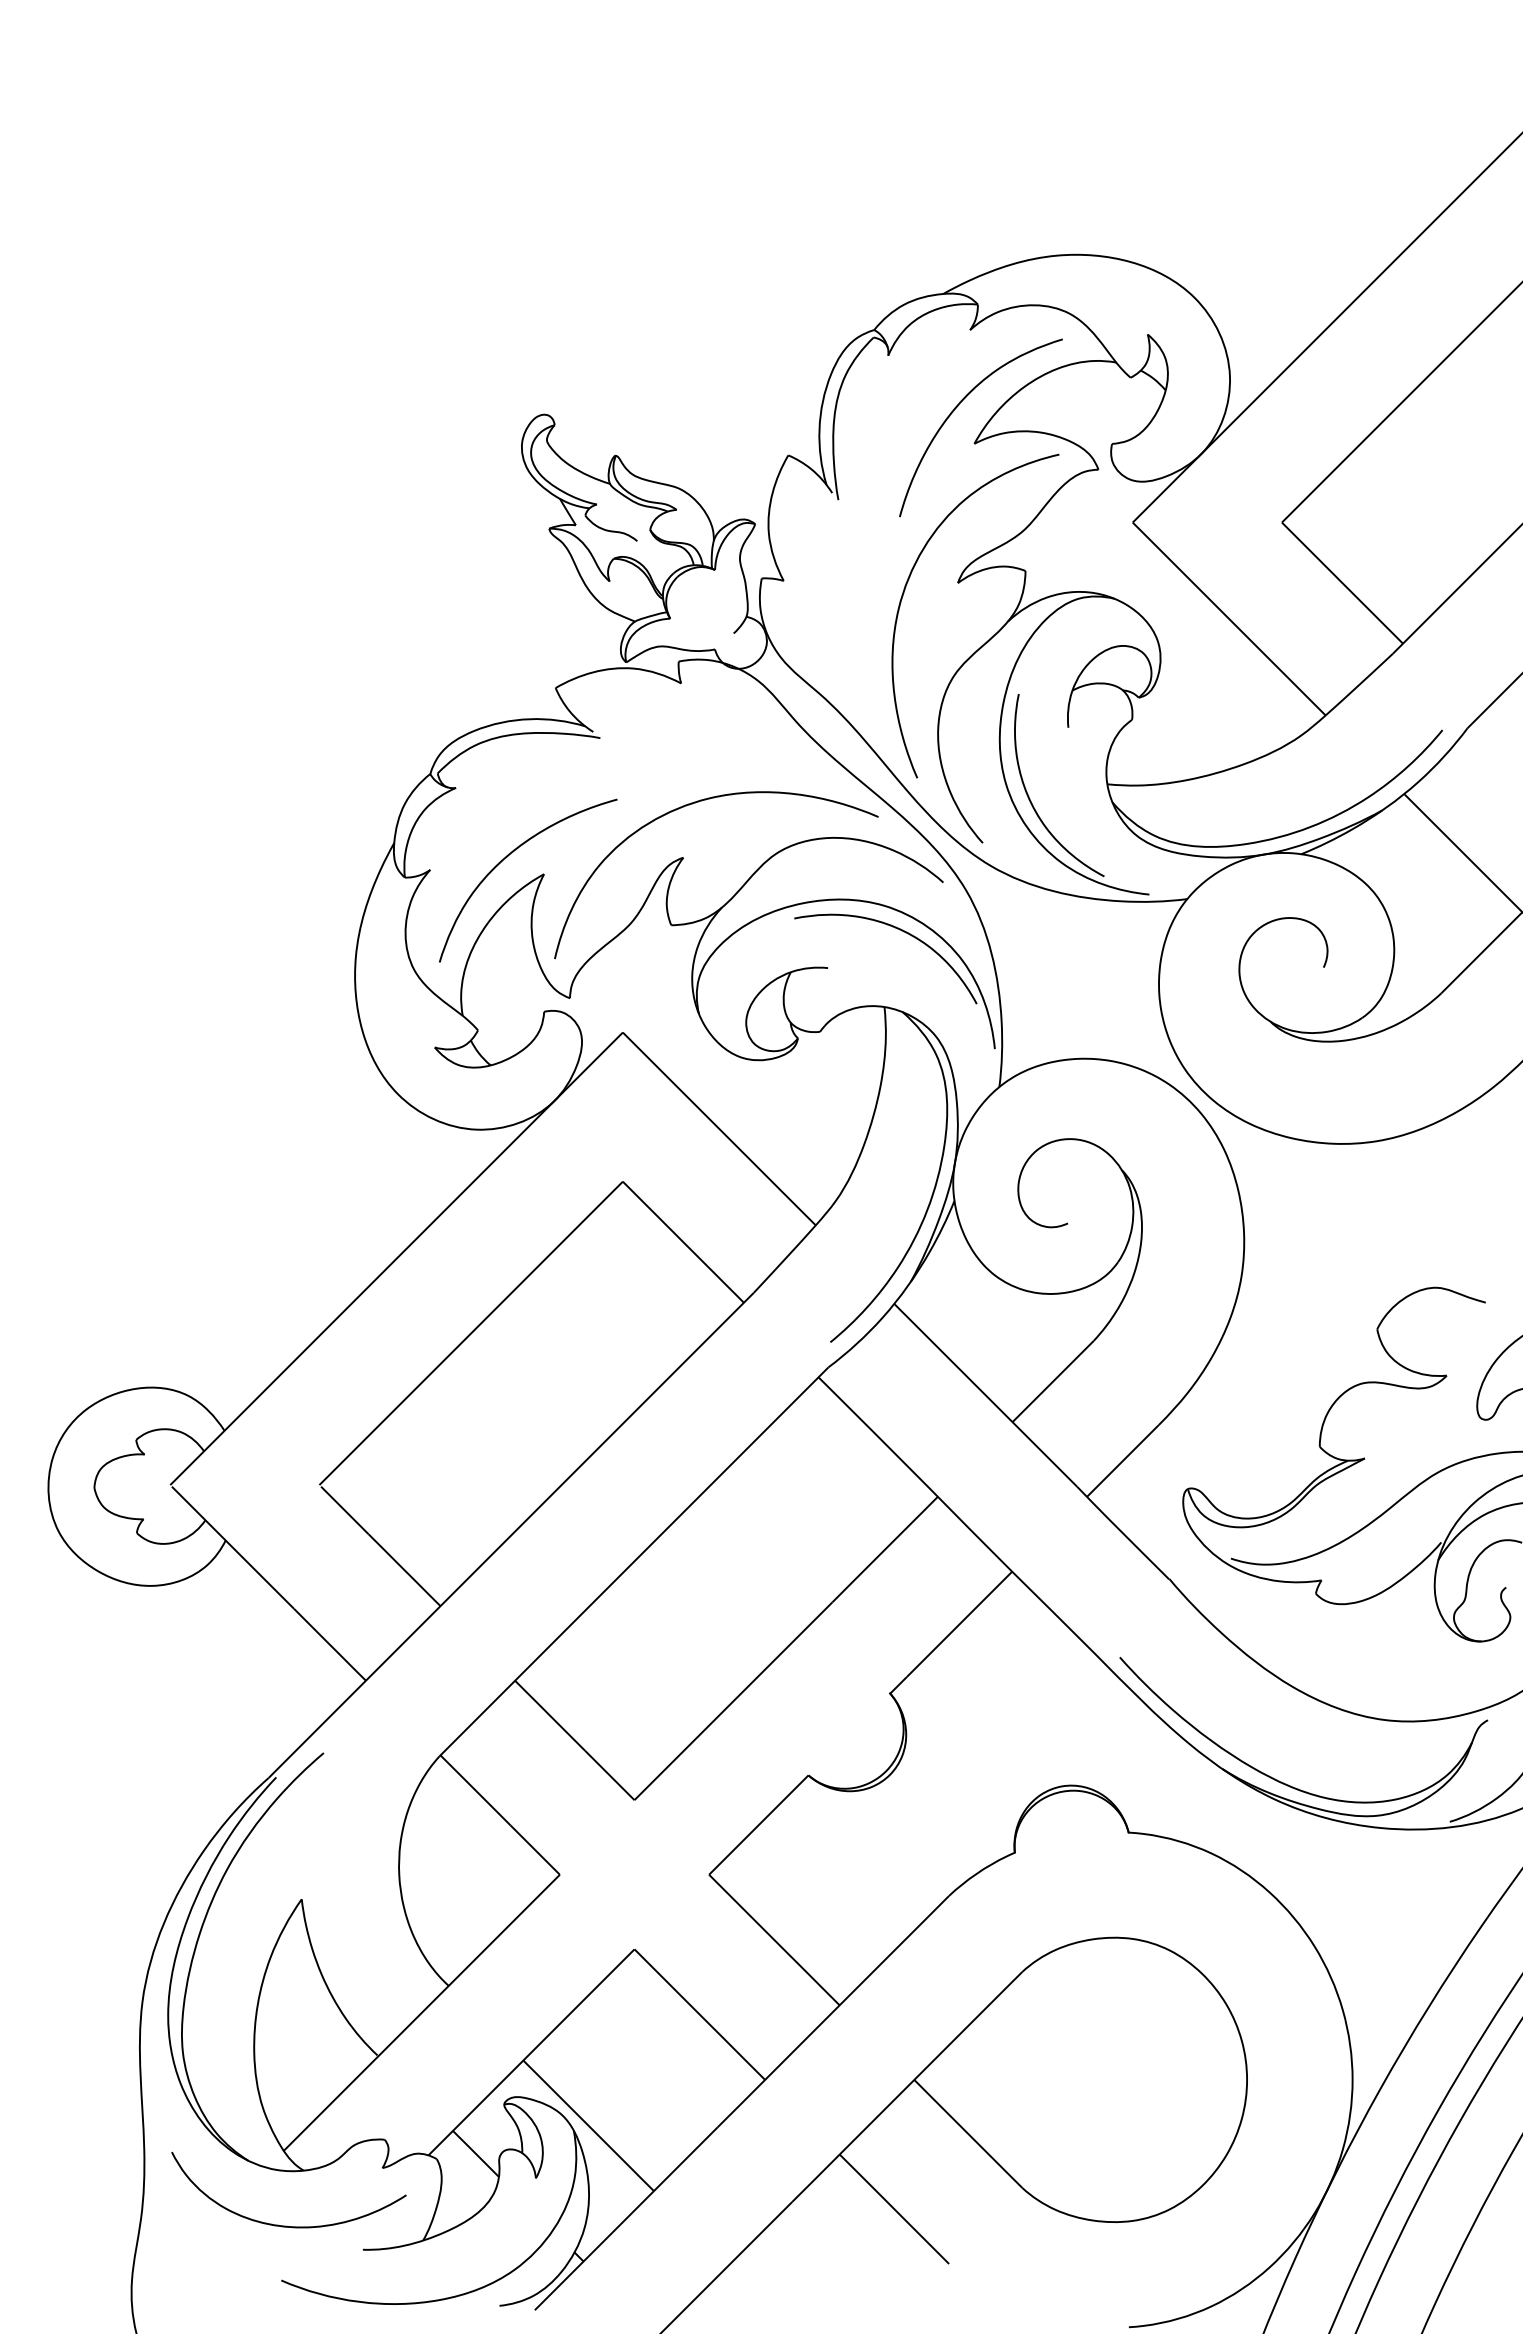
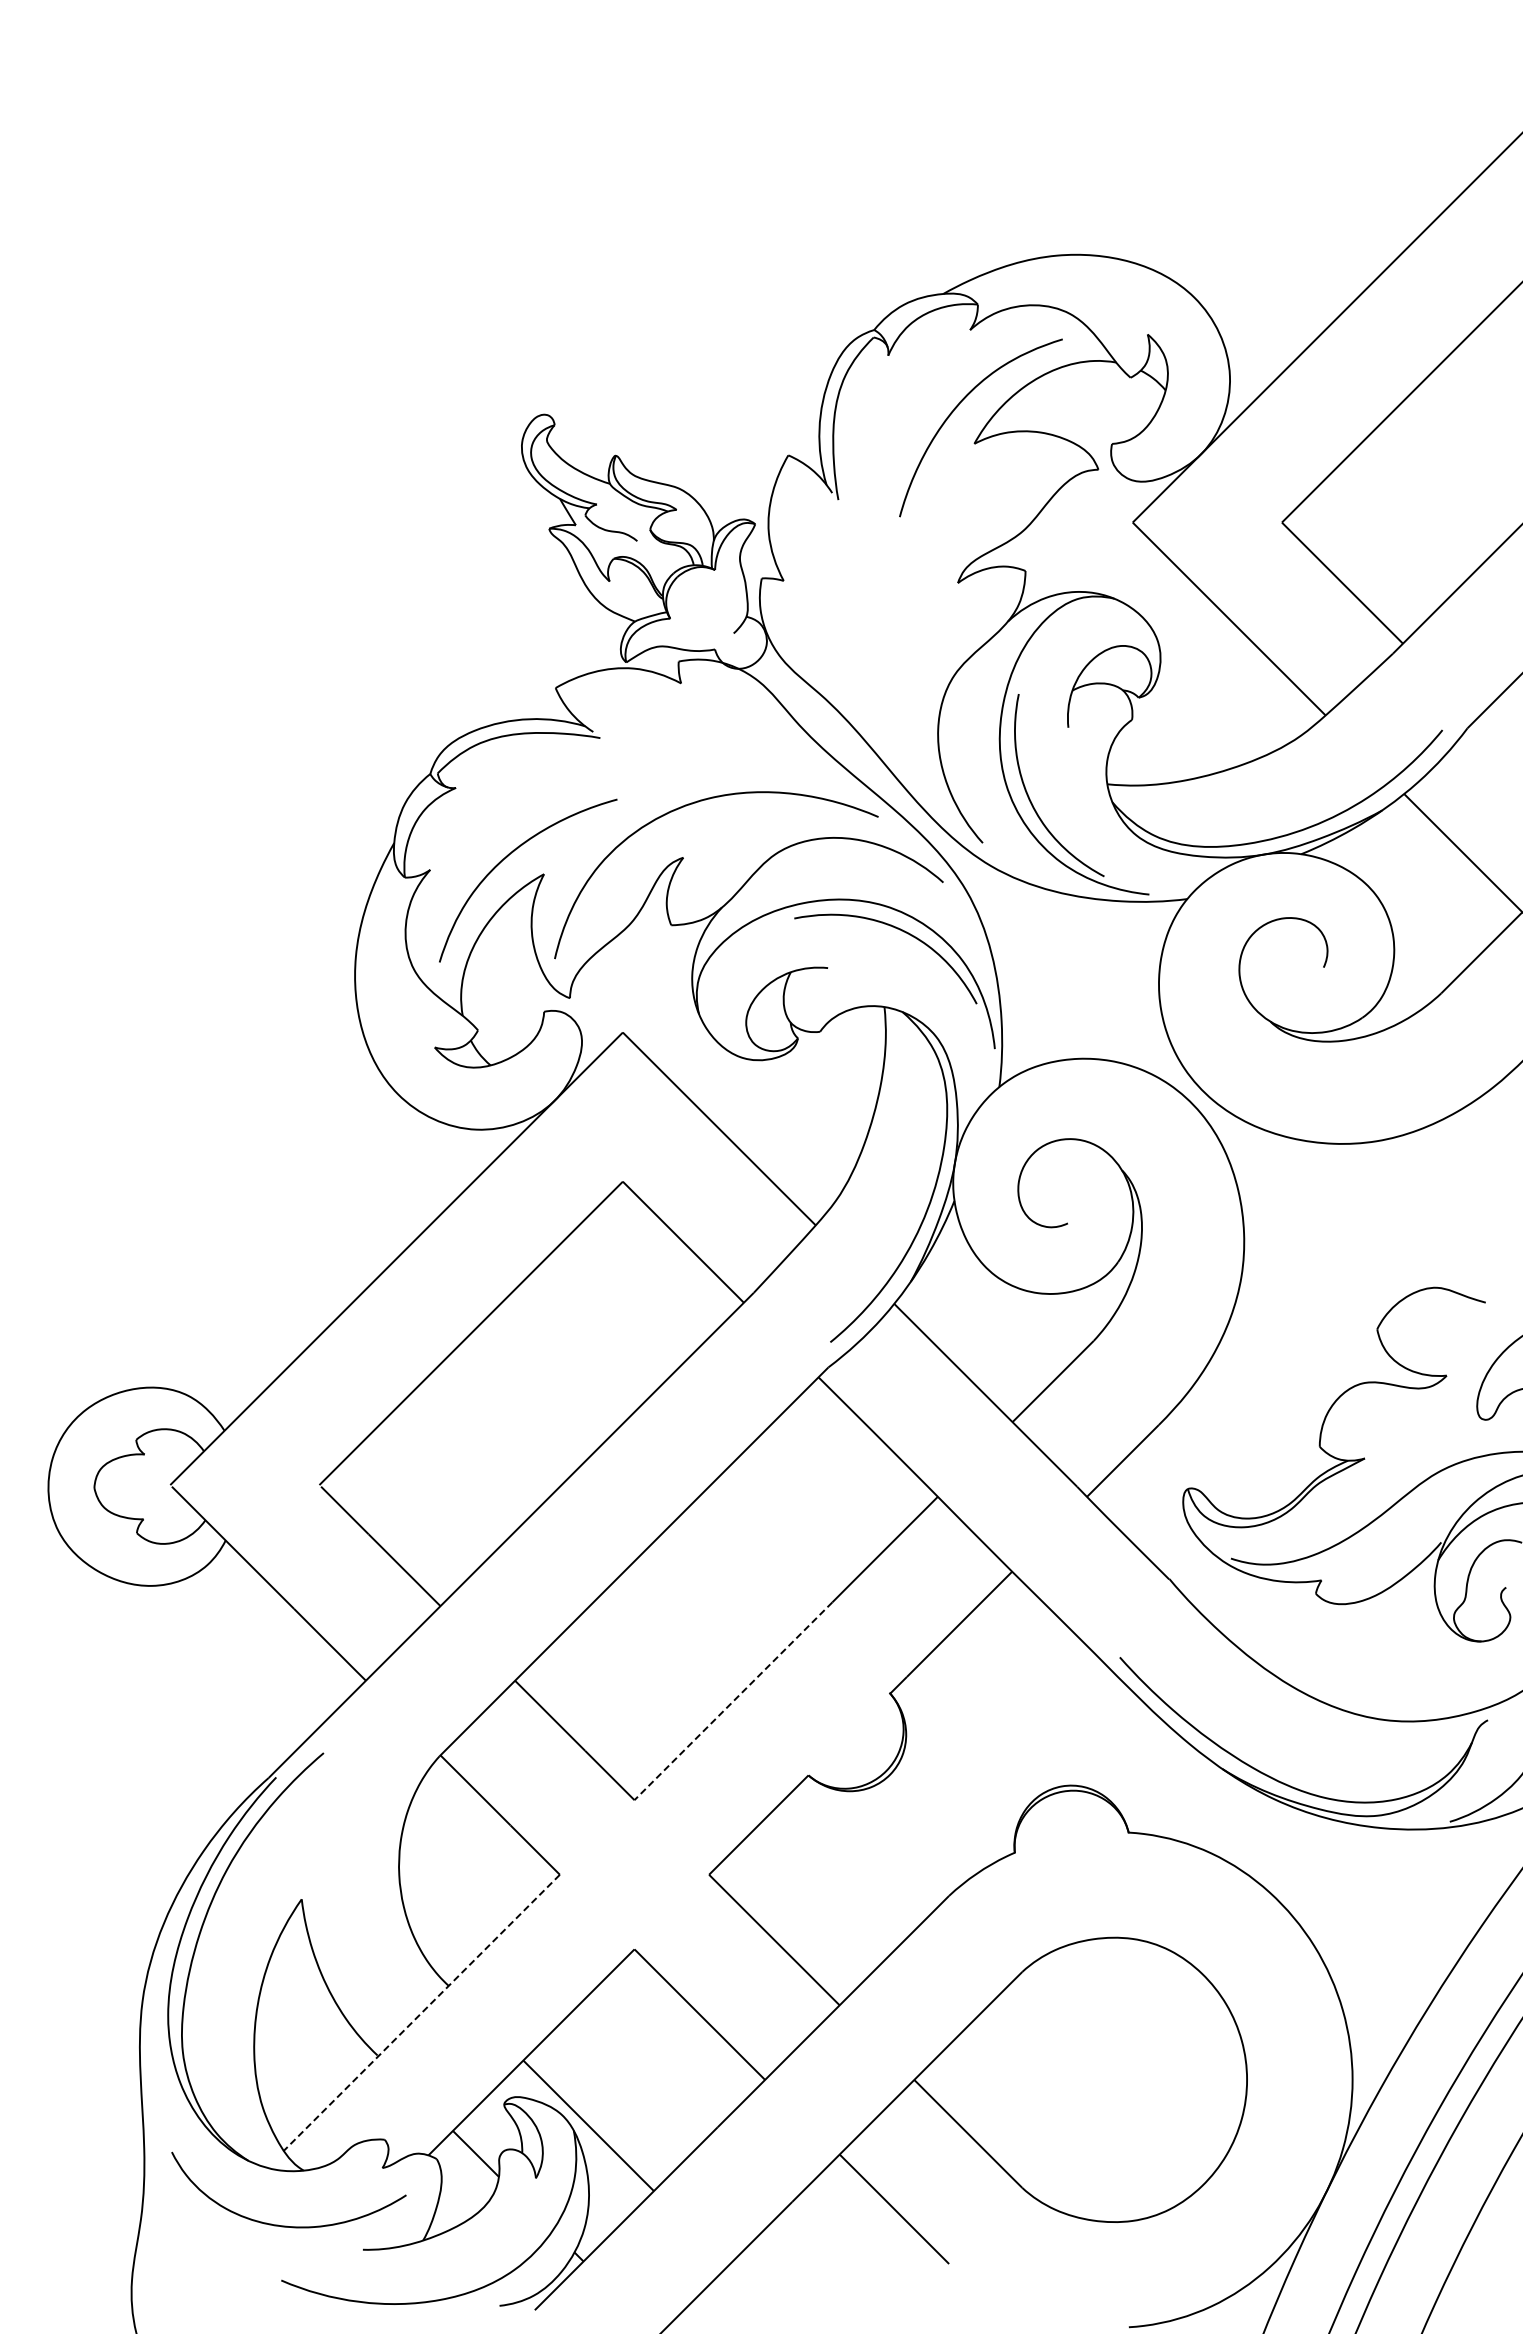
curve at (905, 590): present -> none
line at (733, 1701): solid -> dashed
line at (421, 2013): solid -> dashed
